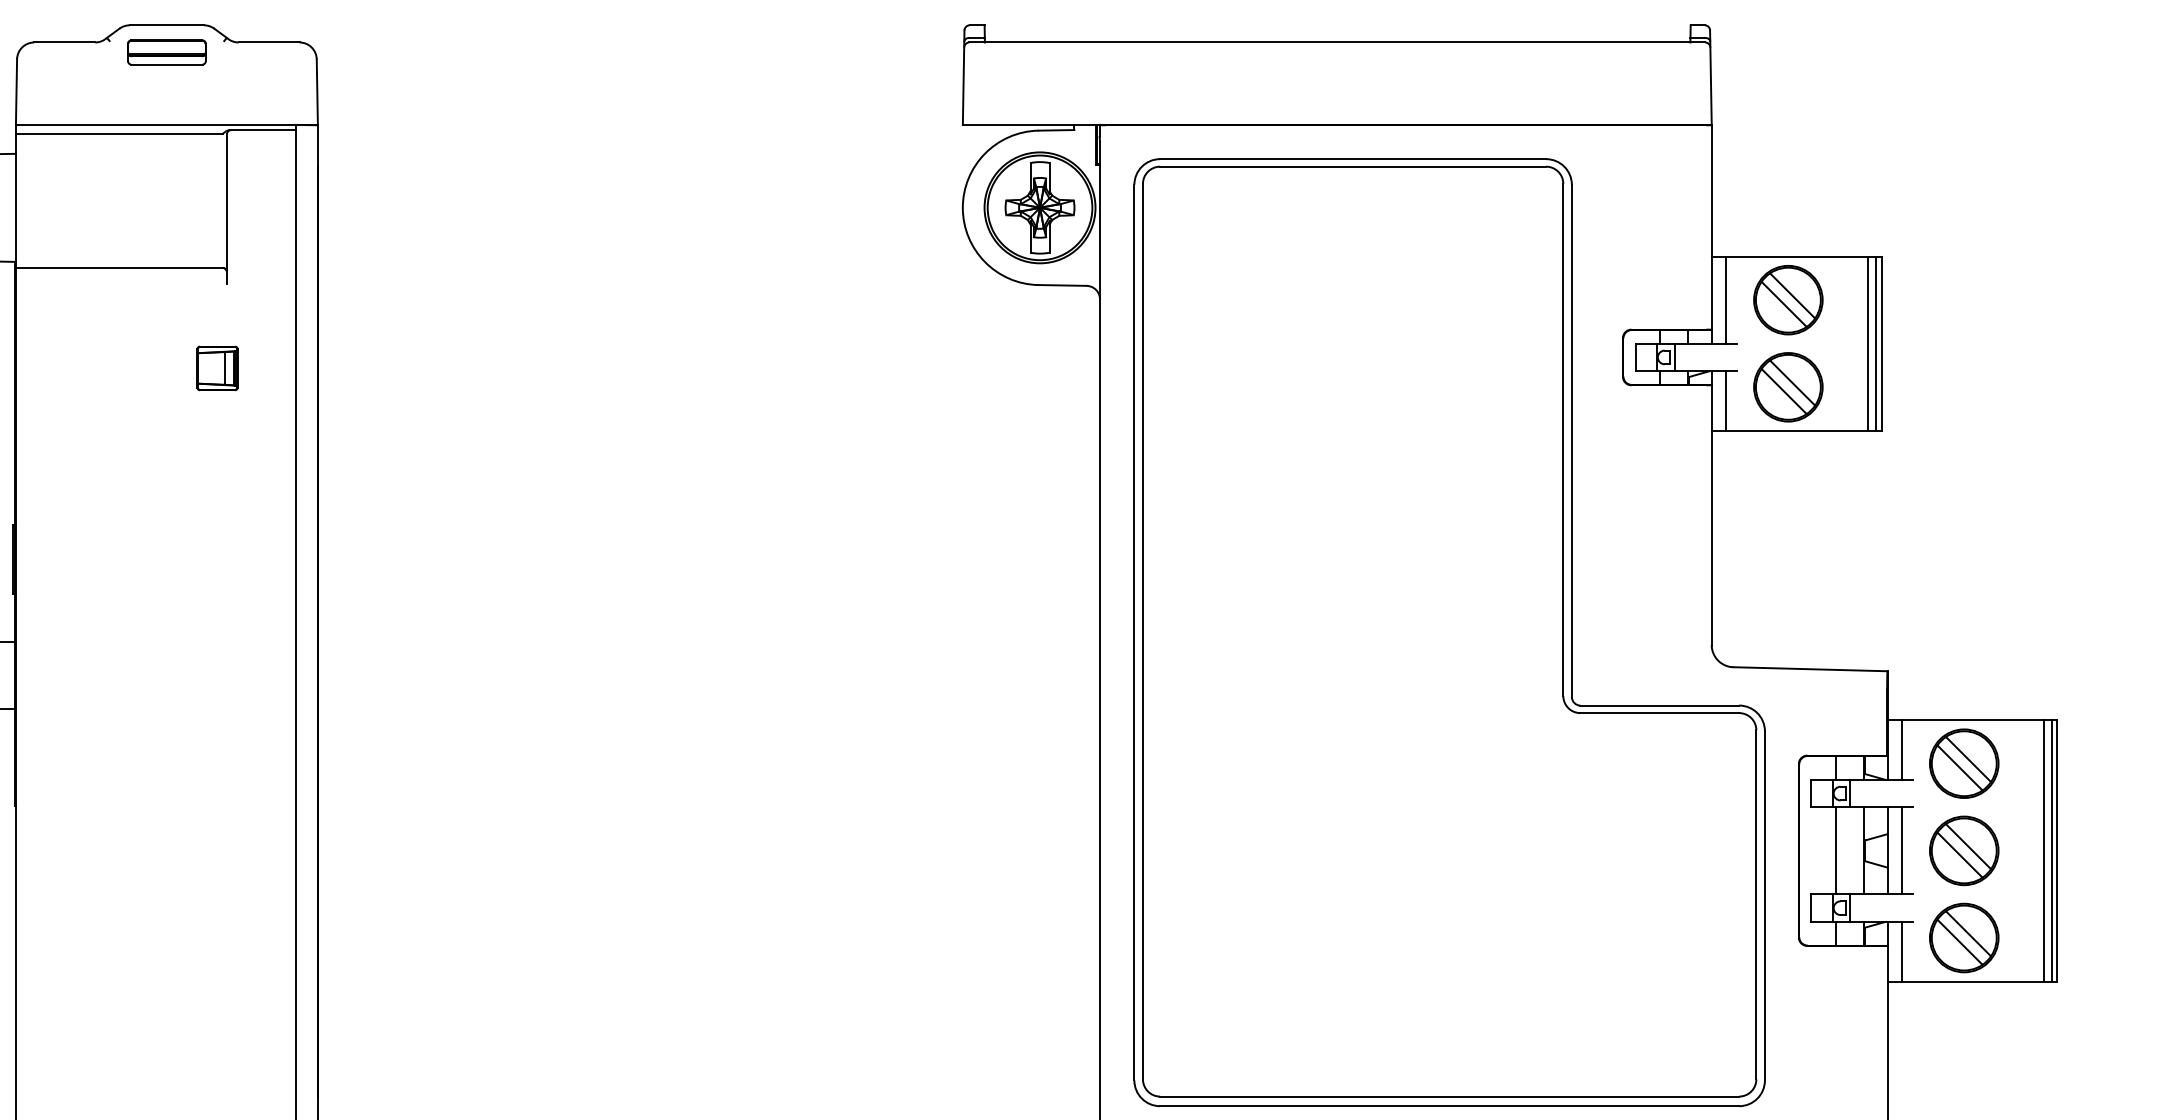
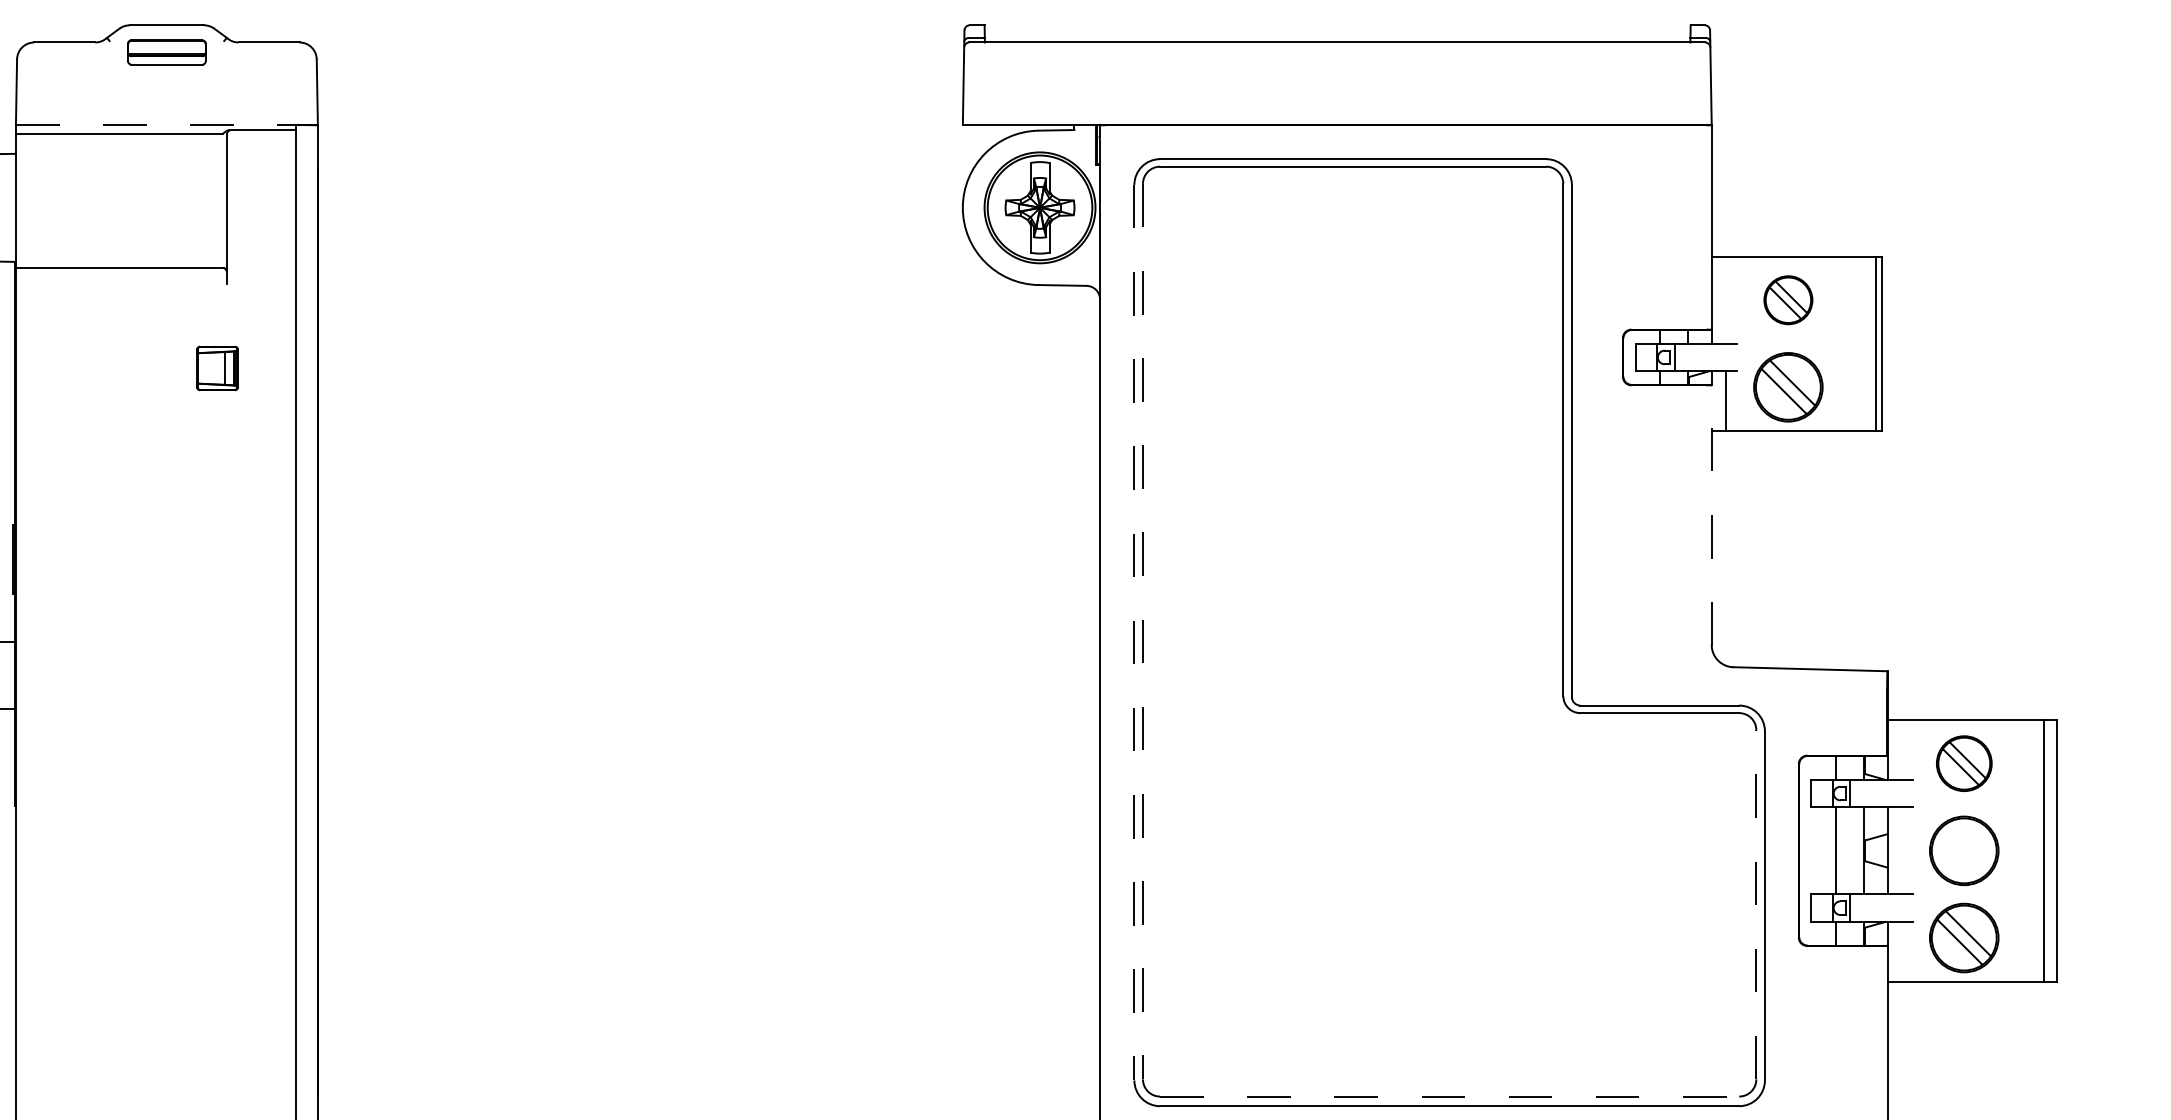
line at (166, 124): solid -> dashed
line at (1725, 299): present -> none
part at (1788, 300) size: 71x71 px -> 51x51 px
line at (1868, 343): present -> none
line at (1711, 507): solid -> dashed
line at (1142, 631): solid -> dashed
line at (1134, 632): solid -> dashed
line at (1901, 749): present -> none
part at (1964, 763) size: 71x71 px -> 57x57 px
line at (1968, 846): present -> none
line at (1901, 850): present -> none
line at (2052, 850): present -> none
line at (1959, 854): present -> none
line at (1756, 904): solid -> dashed
line at (1901, 951): present -> none
line at (1449, 1096): solid -> dashed
